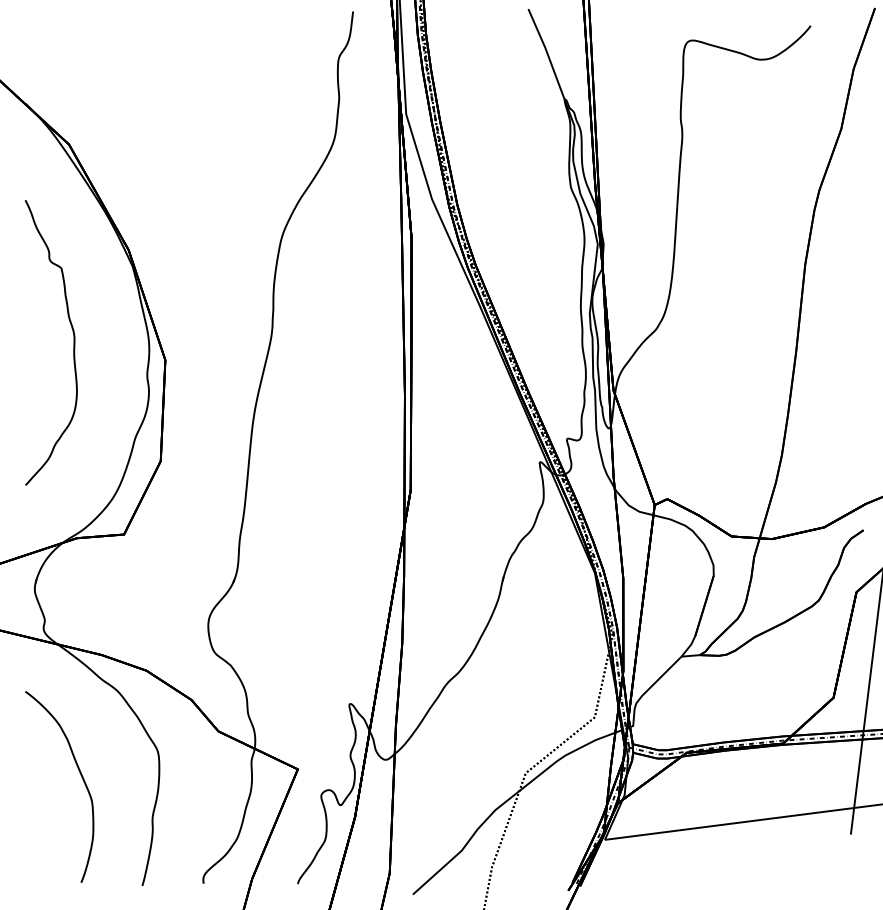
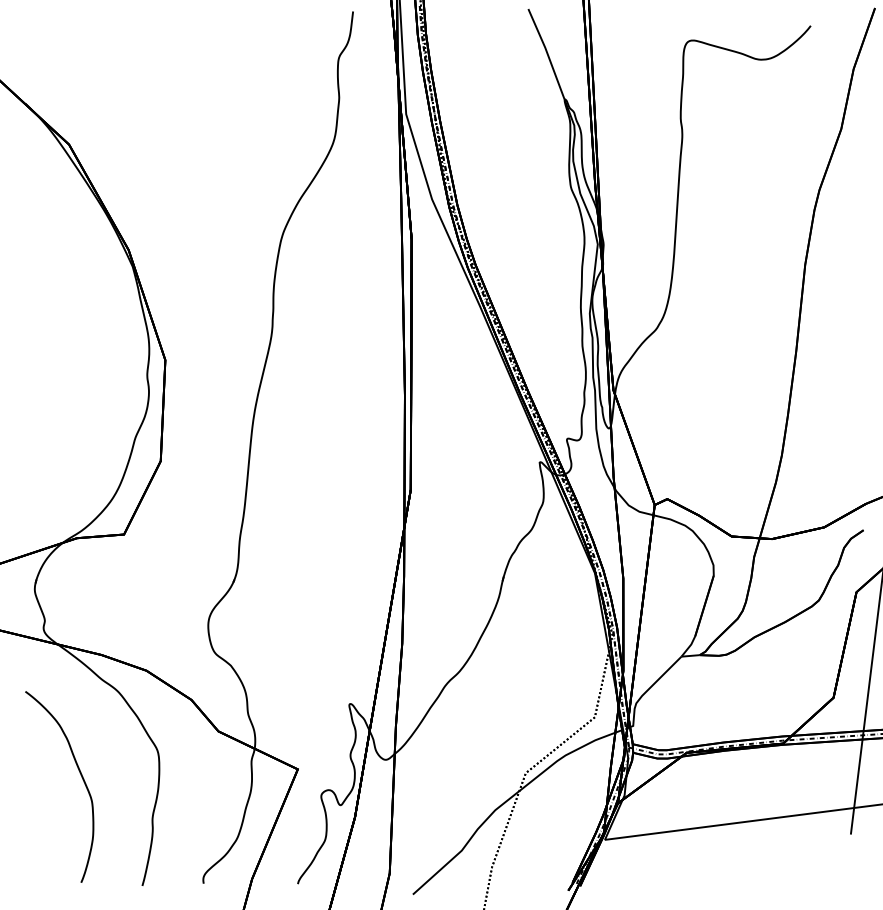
curve at (73, 342): present -> none
